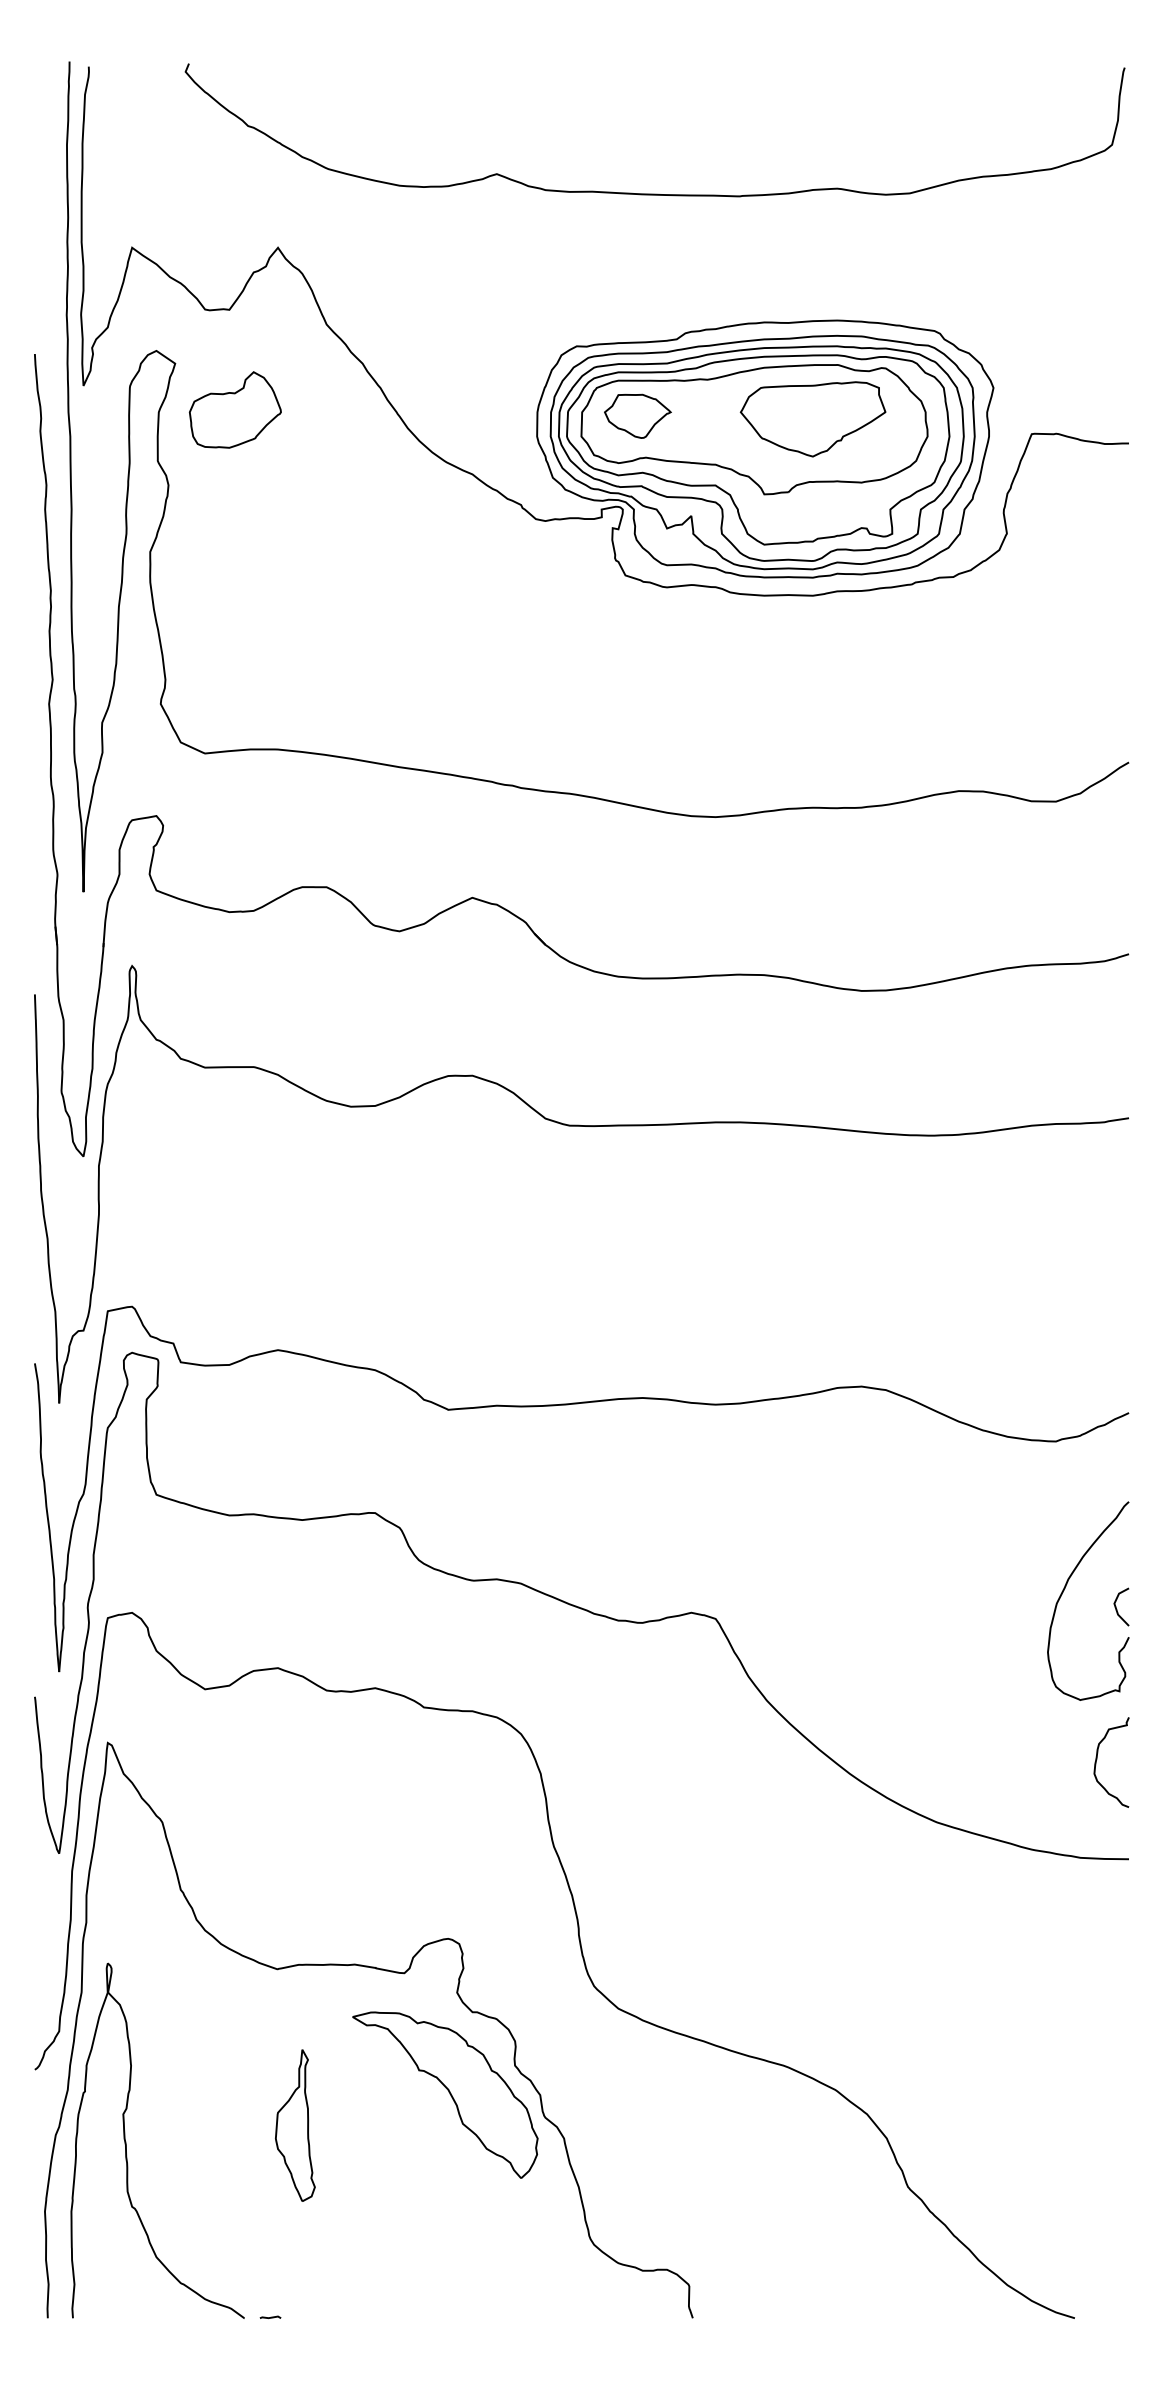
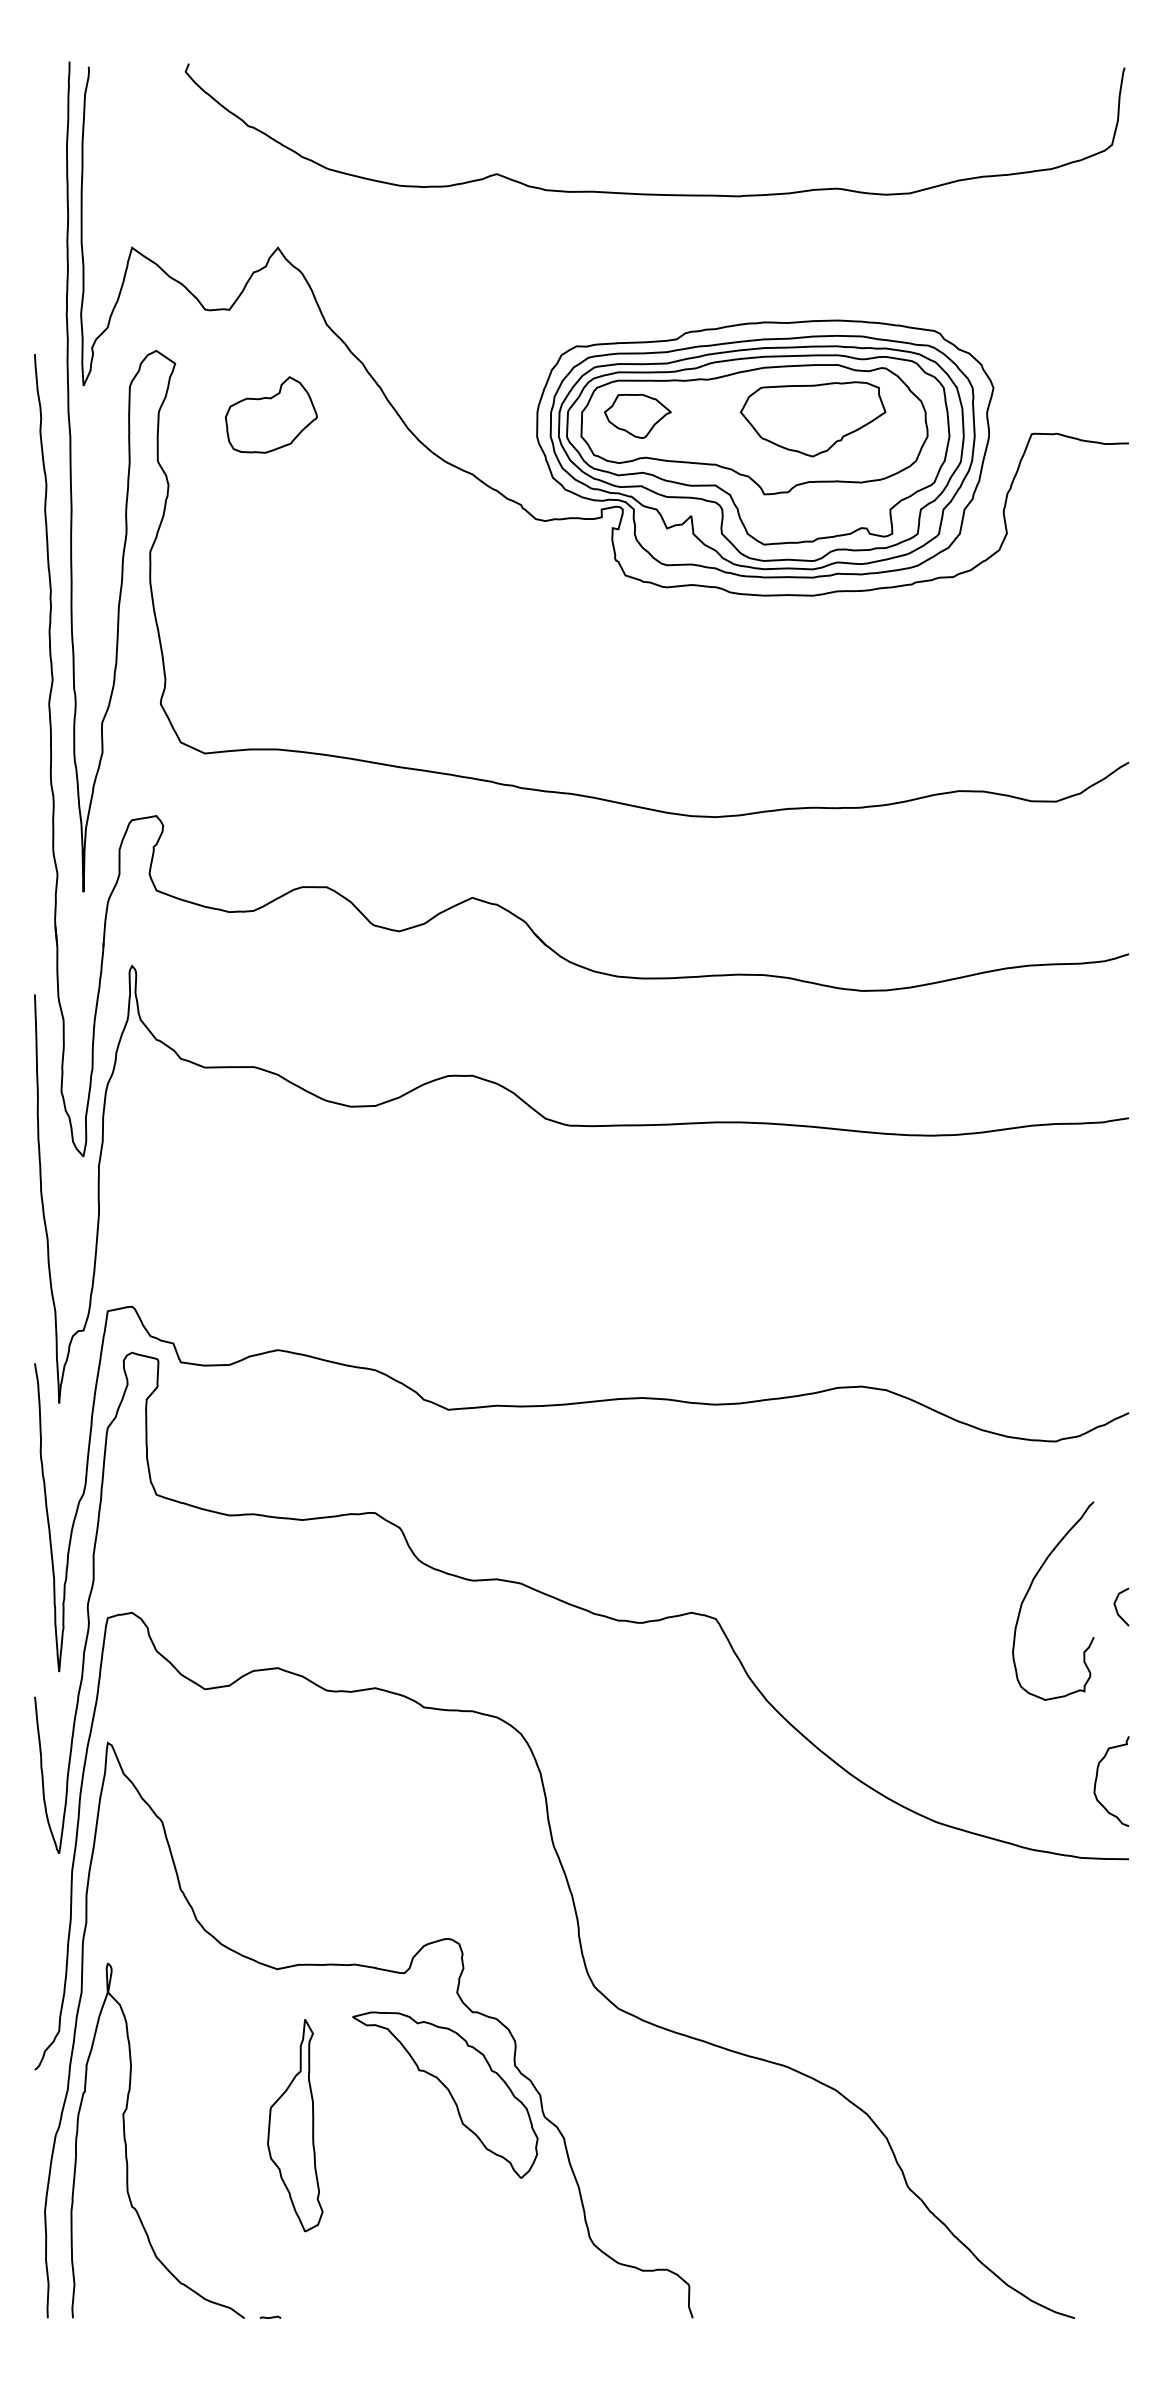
part at (234, 409) position: (234, 409) -> (270, 414)
curve at (1065, 1588) position: (1065, 1588) -> (1030, 1588)
curve at (1097, 1759) position: (1097, 1759) -> (1097, 1778)
part at (295, 2125) size: 41x153 px -> 57x214 px
